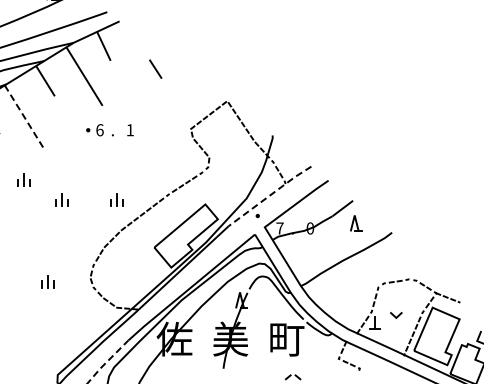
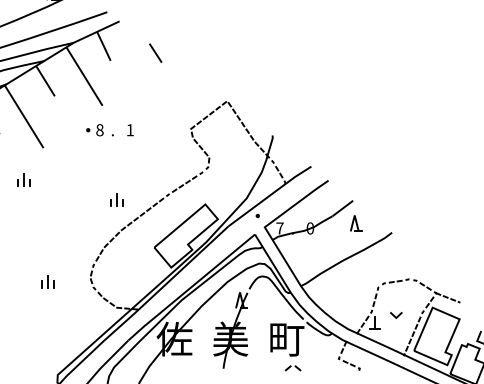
line at (155, 68) position: (155, 68) -> (155, 52)
line at (24, 116): dashed -> solid
text at (99, 130): 6 -> 8
line at (270, 195): dashed -> solid
part at (61, 199): present -> none
line at (107, 361): dashed -> solid
part at (292, 377) position: (292, 377) -> (292, 368)
